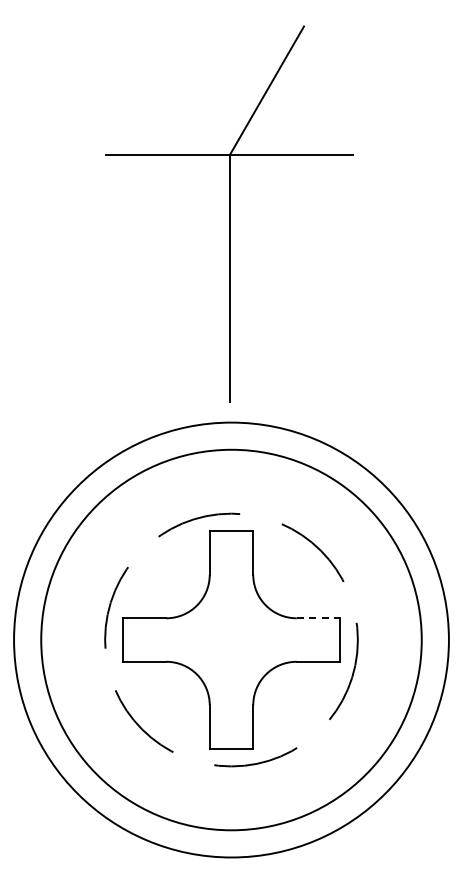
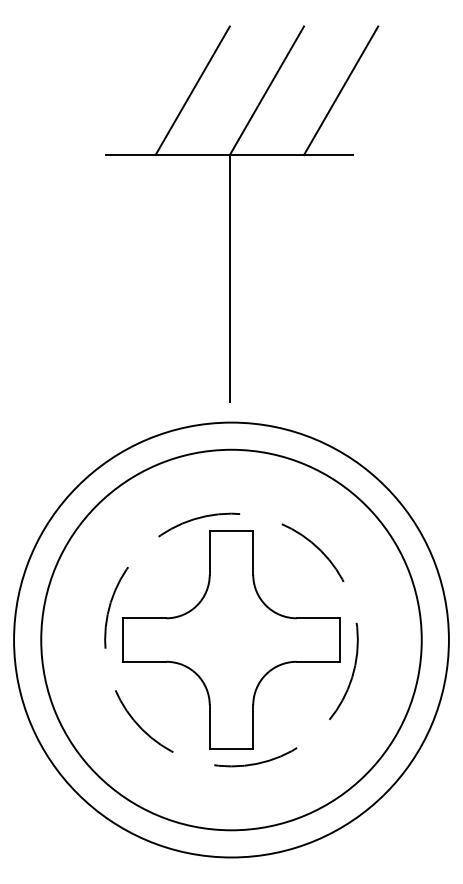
line at (192, 90): none -> present
line at (341, 90): none -> present
line at (318, 618): dashed -> solid
